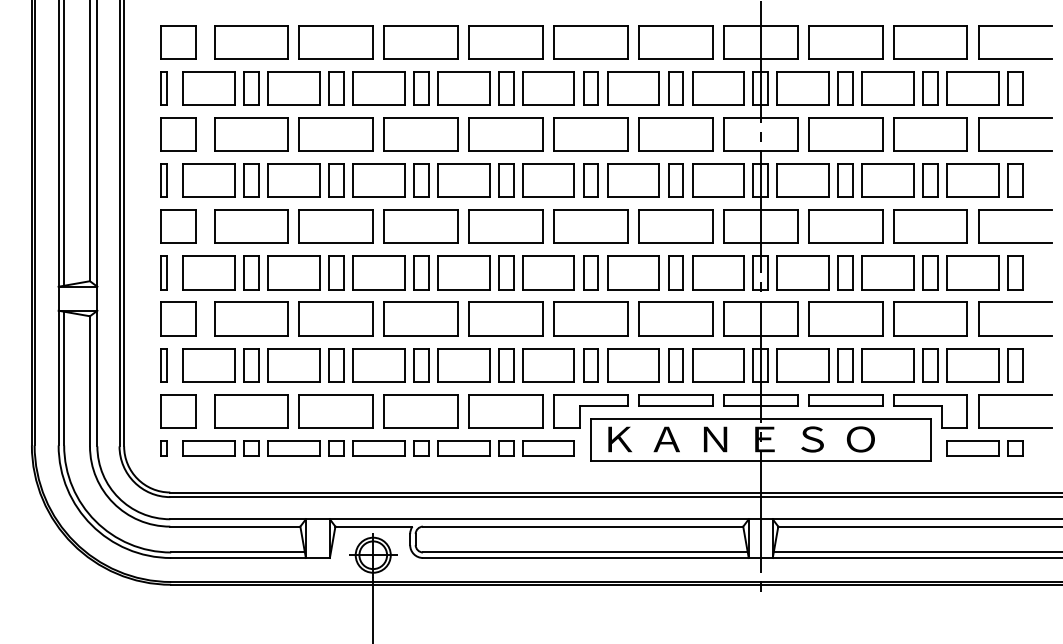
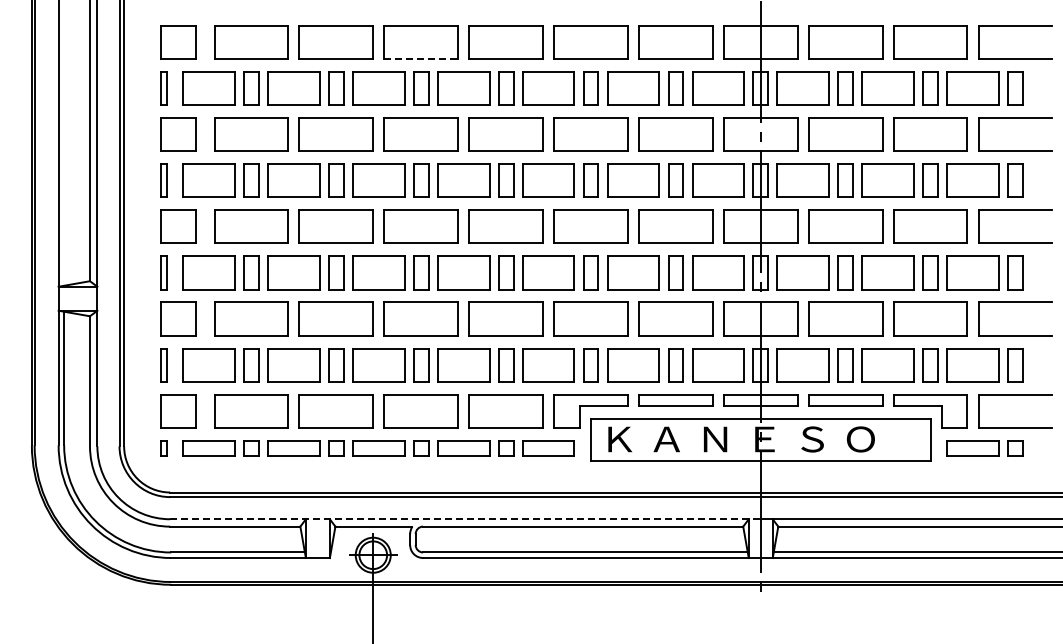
line at (421, 58): solid -> dashed
line at (64, 143): present -> none
line at (466, 519): solid -> dashed
